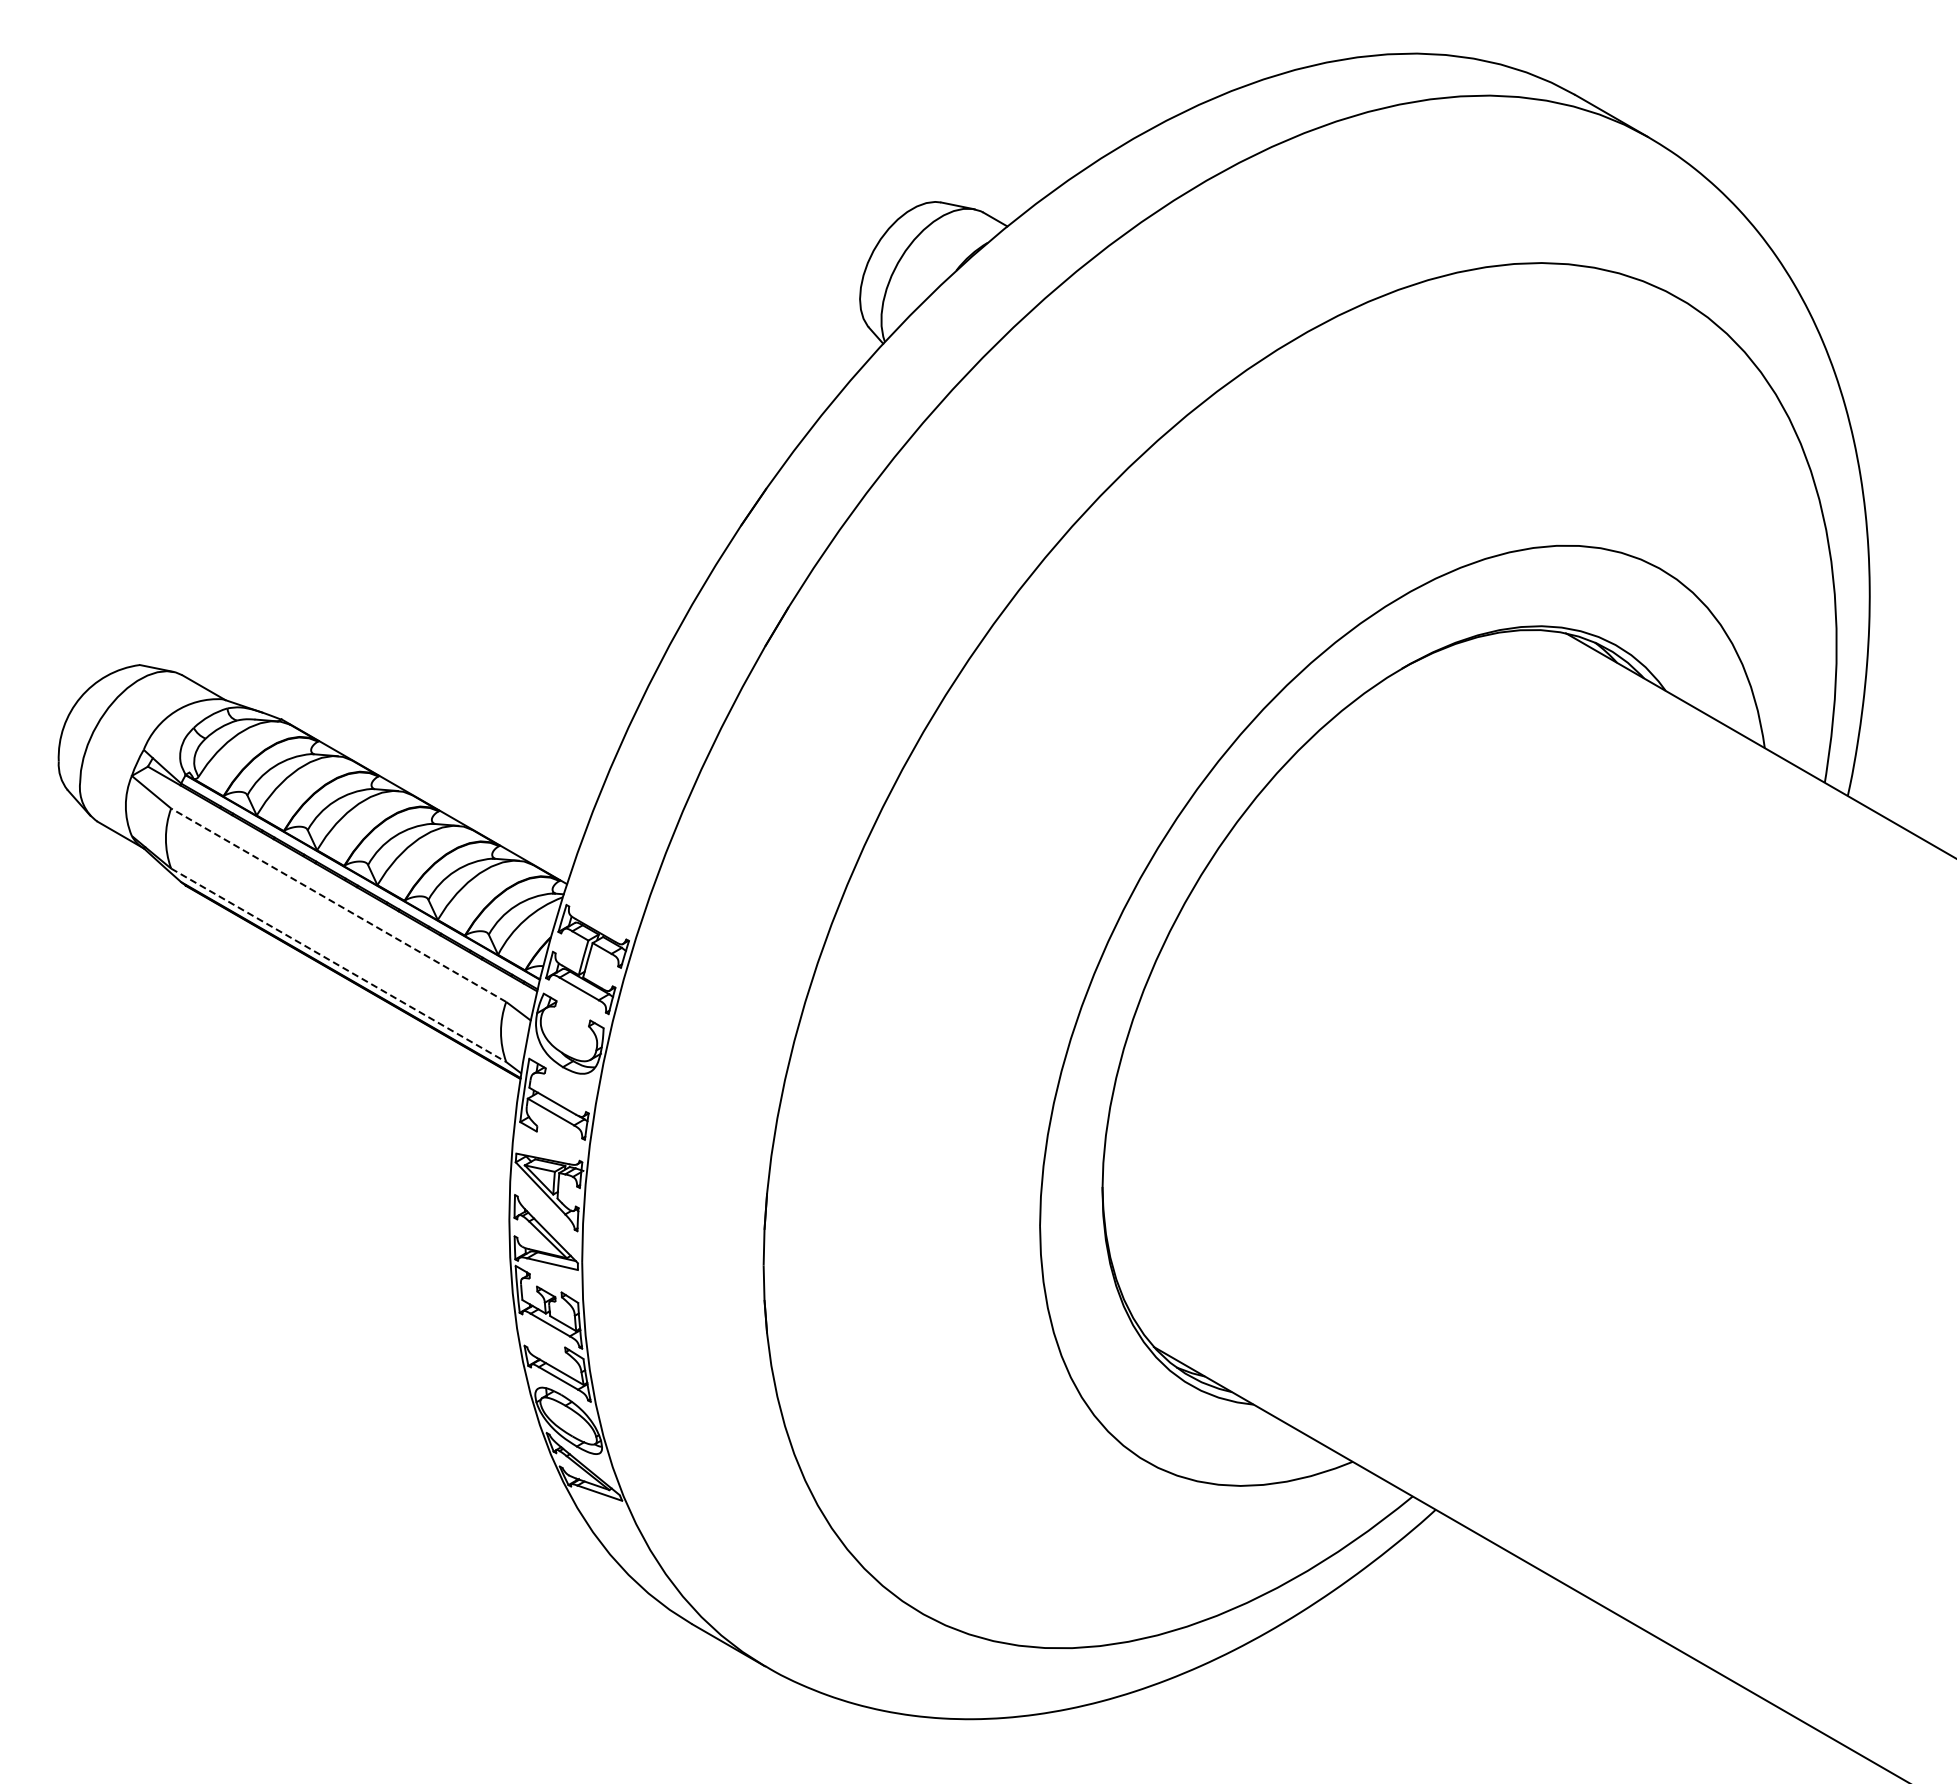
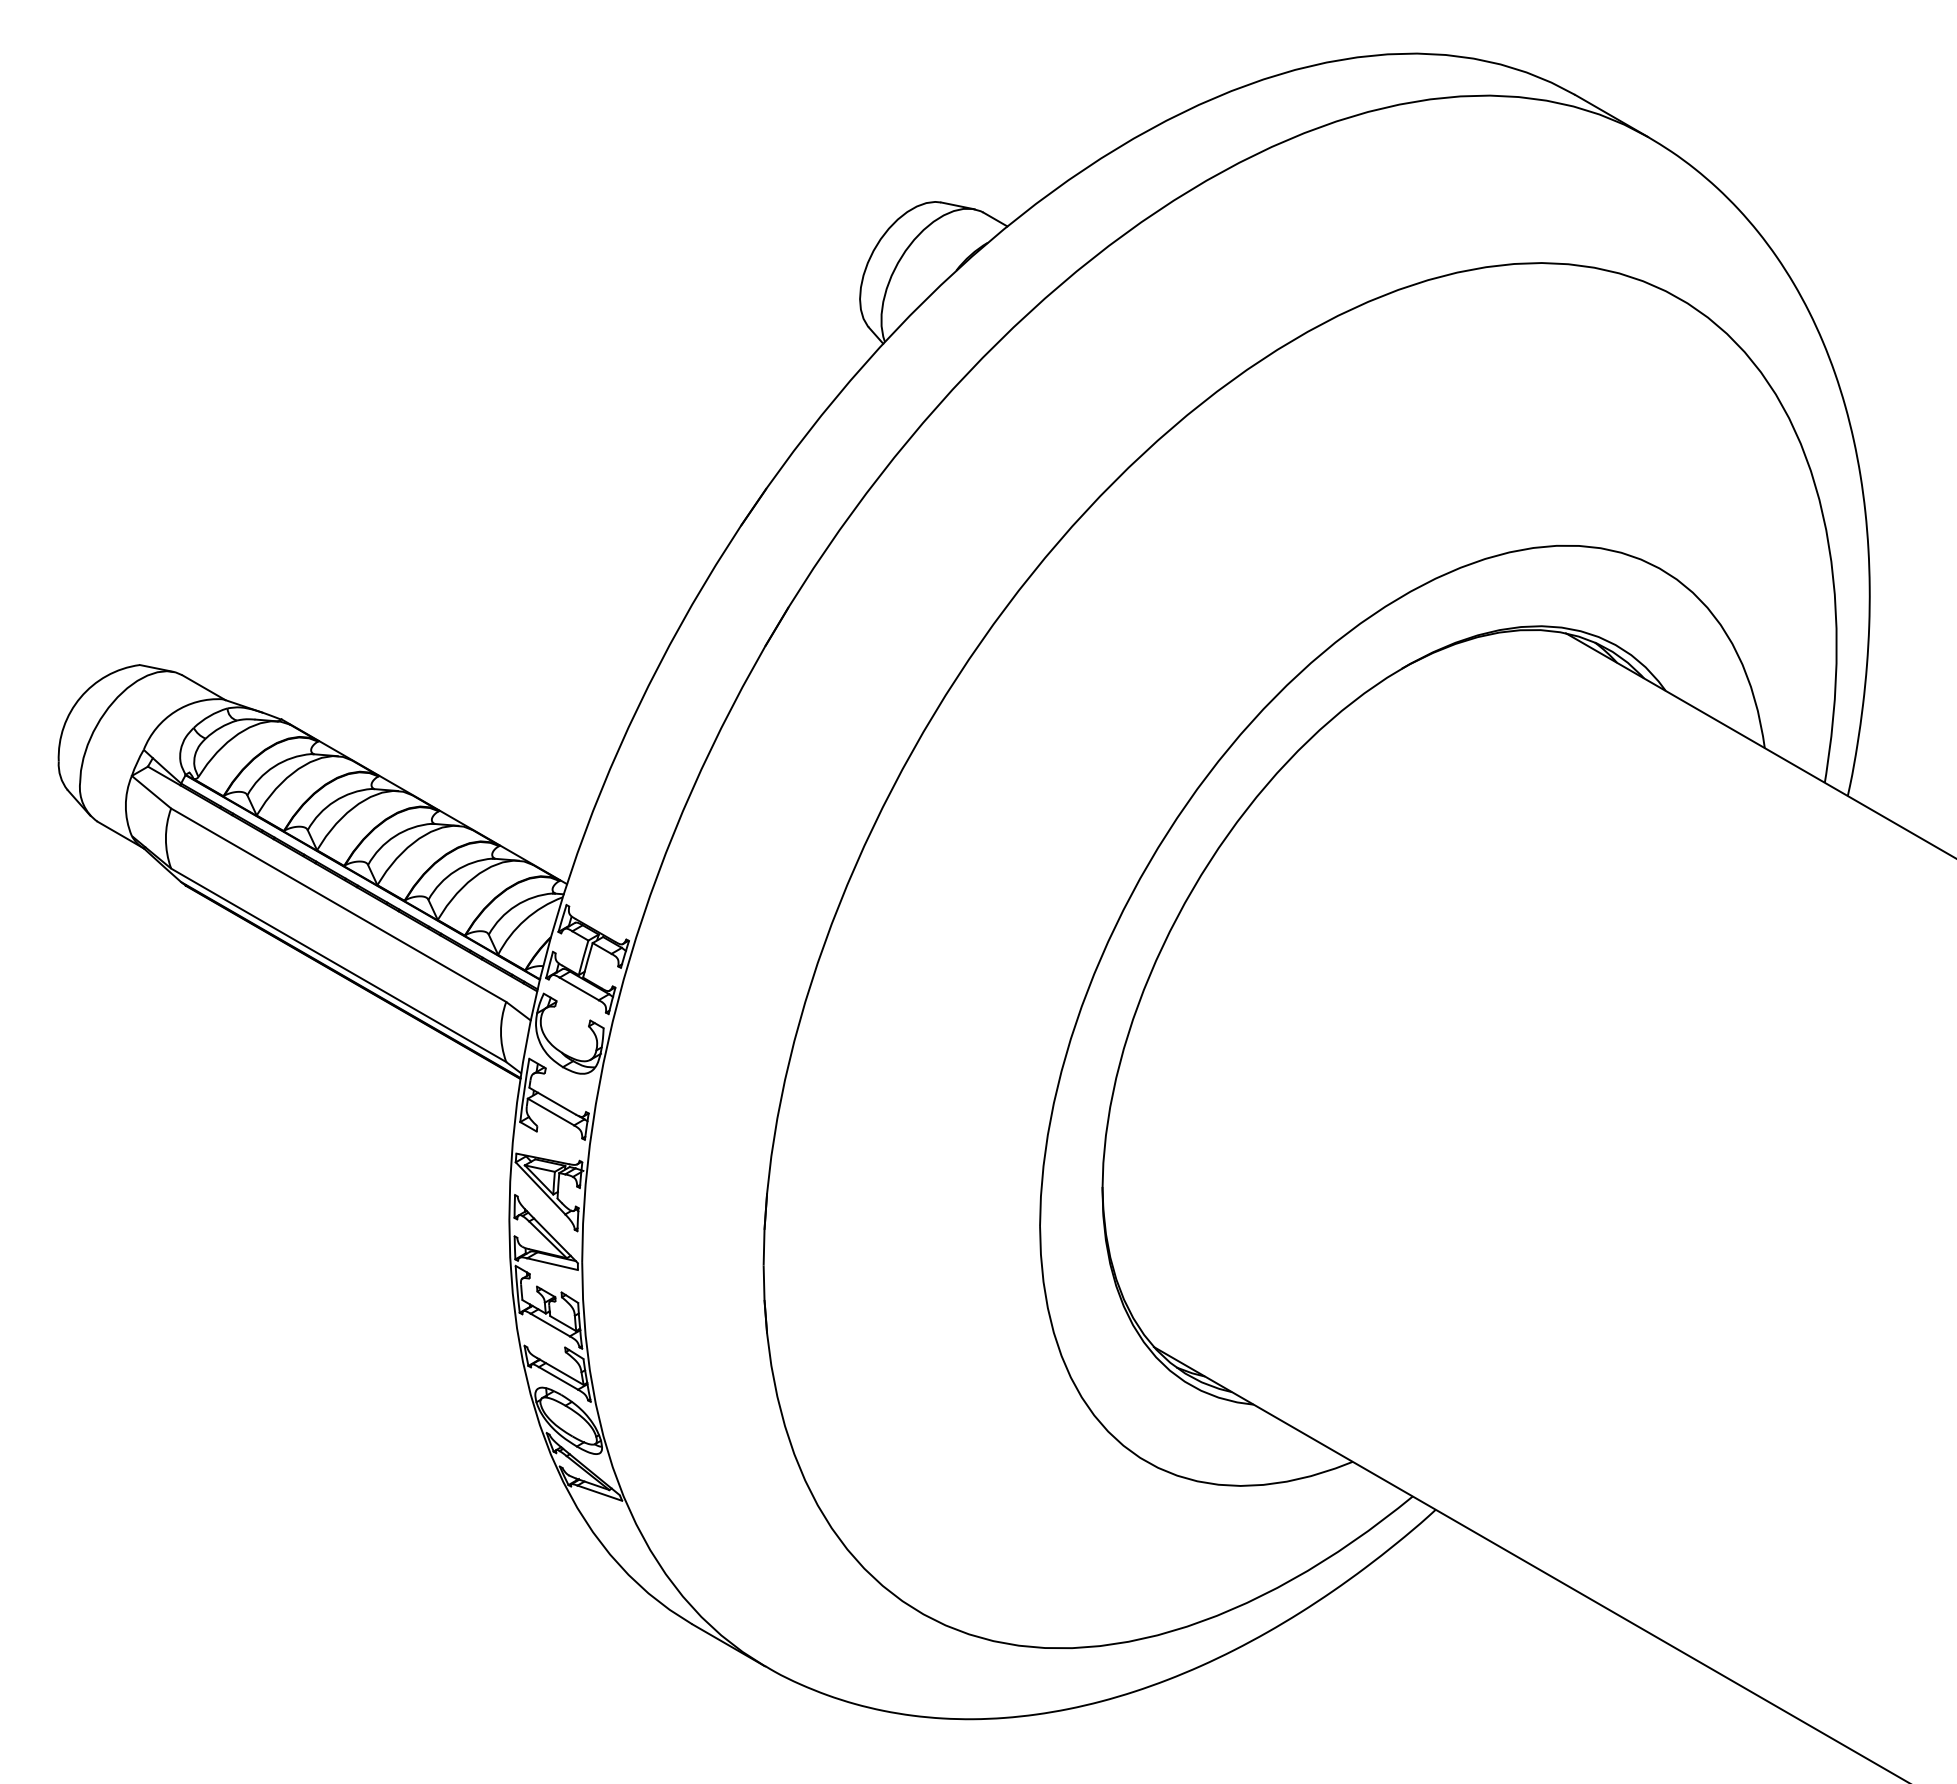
line at (338, 905): dashed -> solid
line at (339, 965): dashed -> solid
